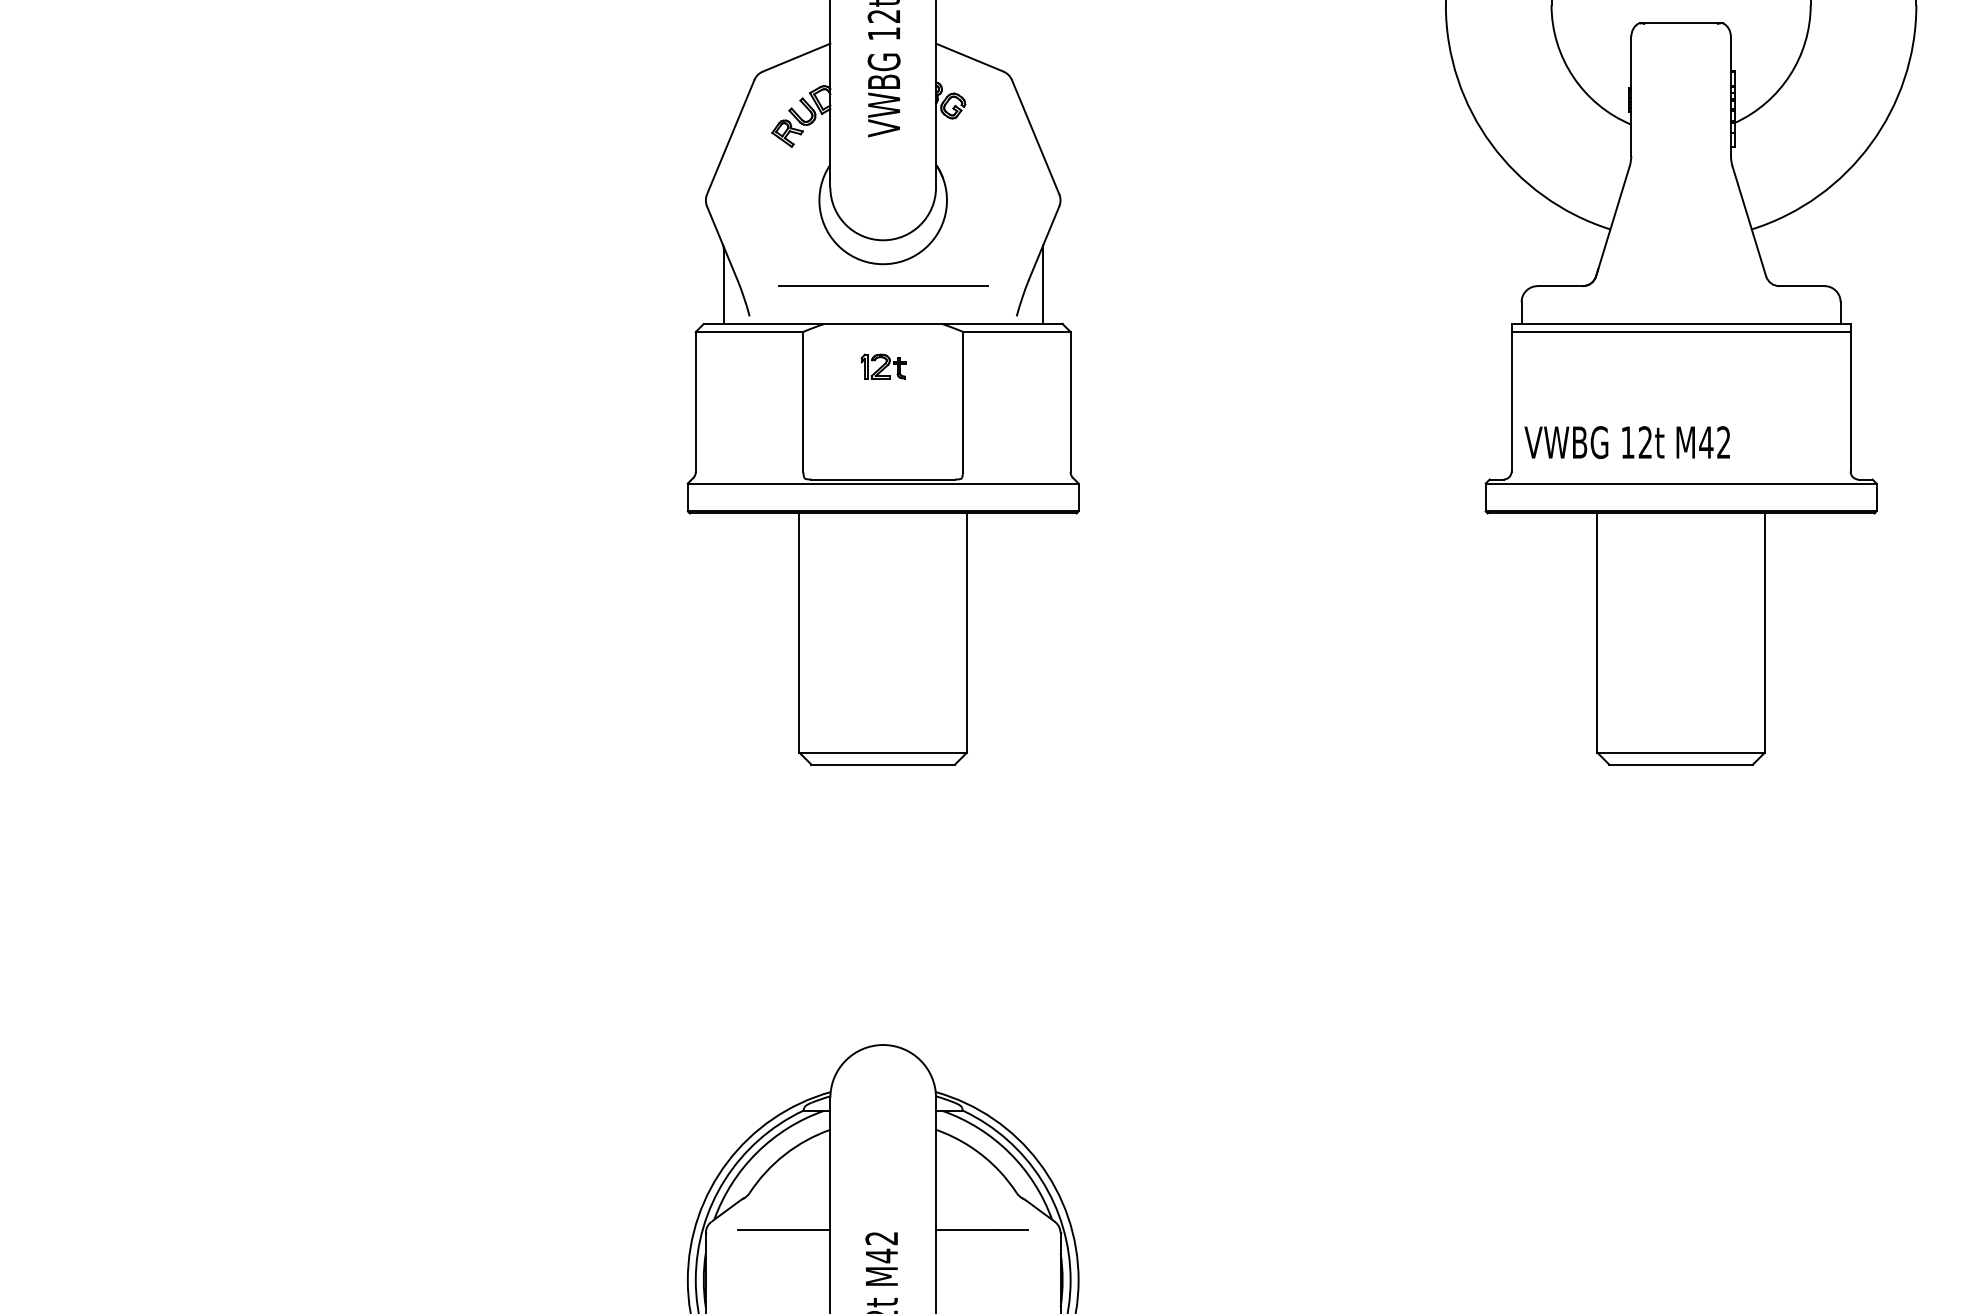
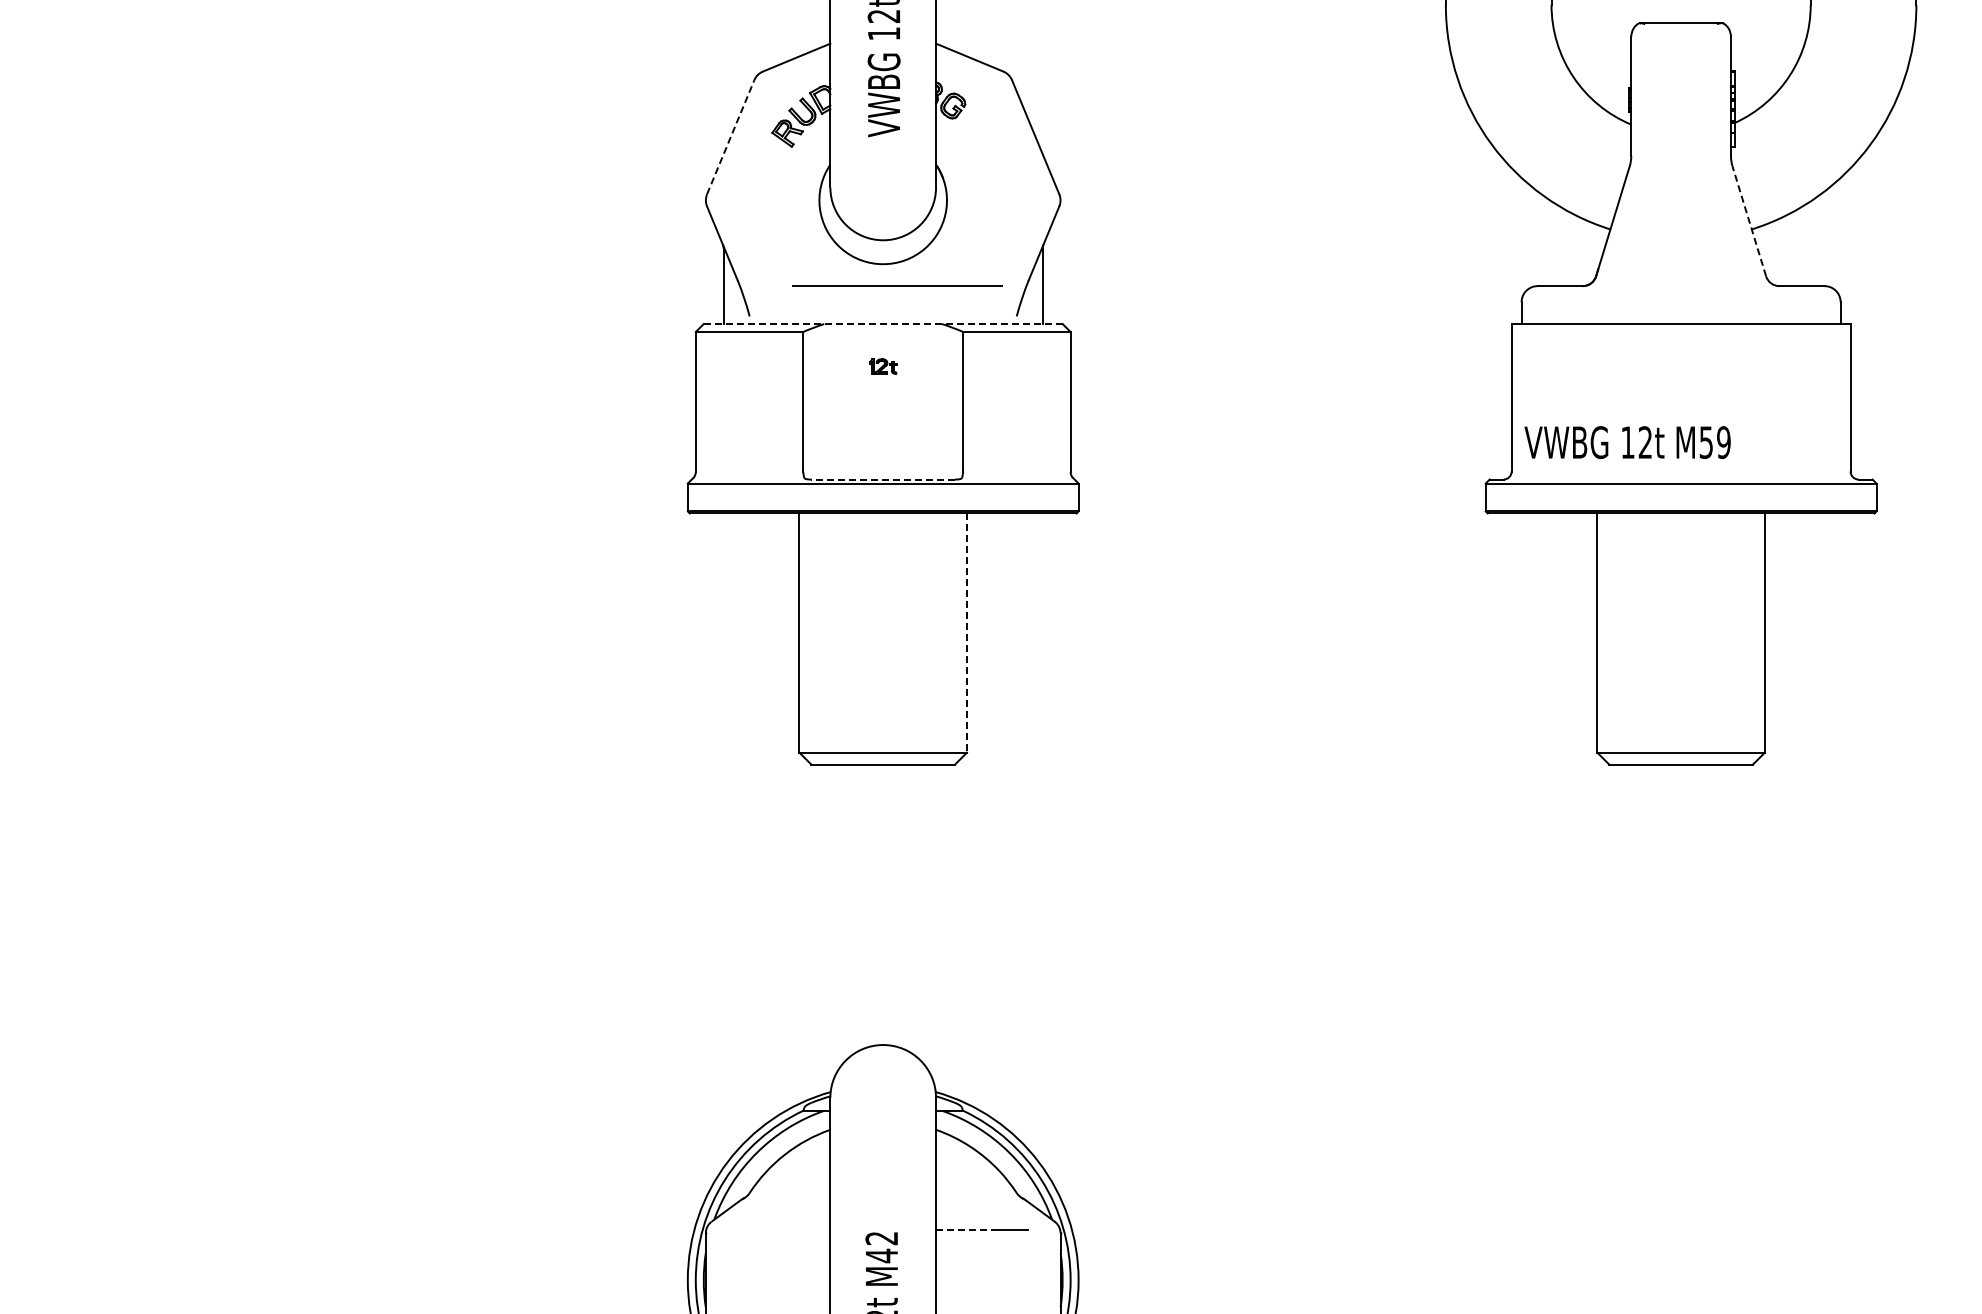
line at (730, 137): solid -> dashed
line at (1749, 220): solid -> dashed
line at (883, 285) position: (883, 285) -> (897, 285)
line at (883, 324): solid -> dashed
line at (1680, 332): present -> none
part at (883, 366) size: 47x27 px -> 29x17 px
text at (1714, 442): M42 -> M59
line at (883, 479): solid -> dashed
line at (966, 633): solid -> dashed
line at (784, 1230): present -> none
line at (966, 1230): solid -> dashed
